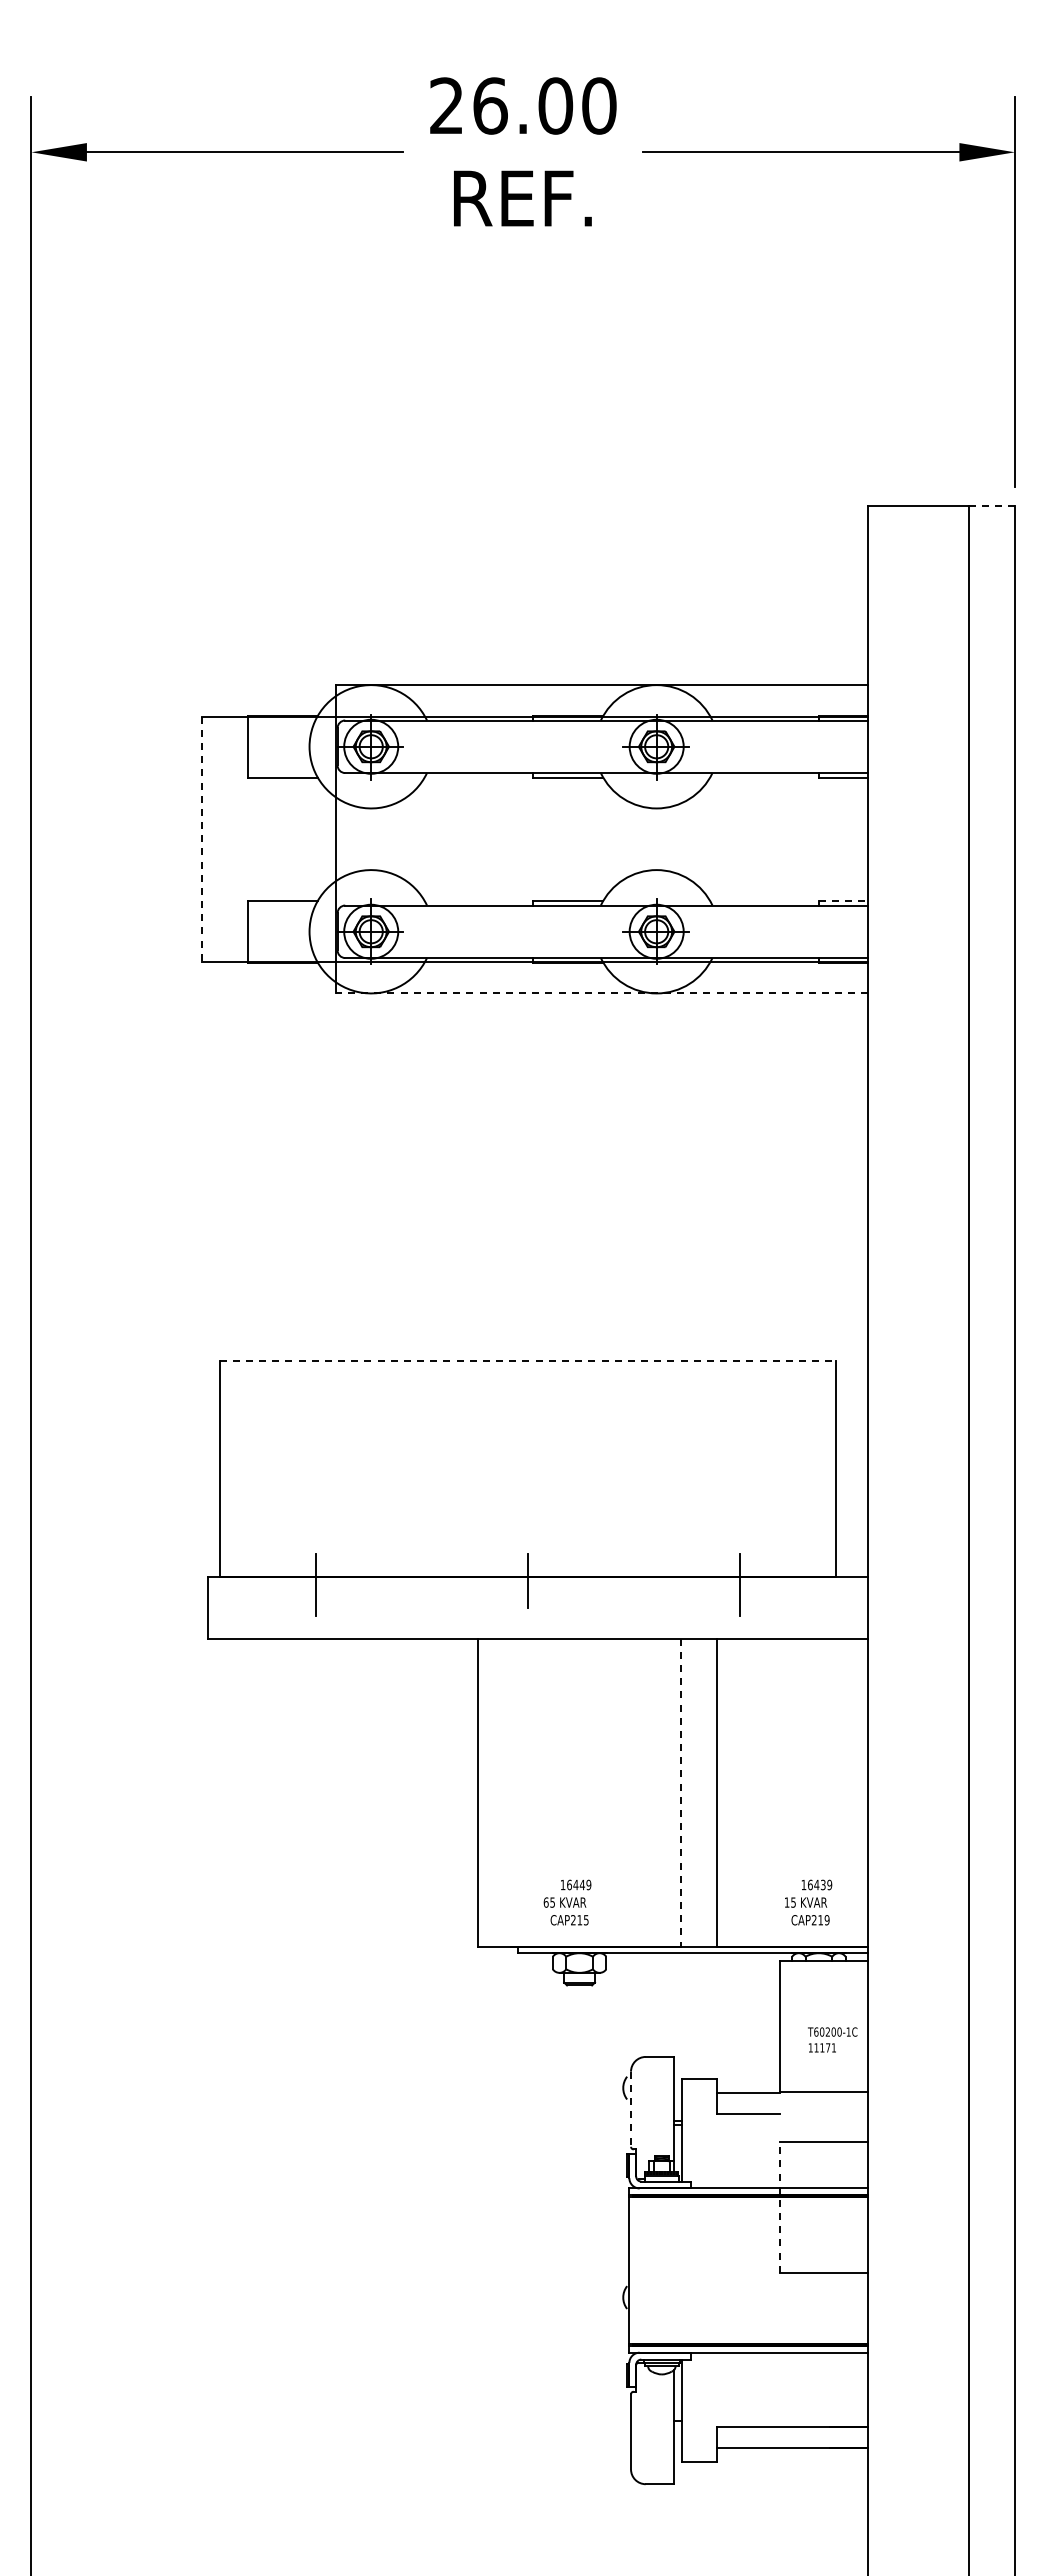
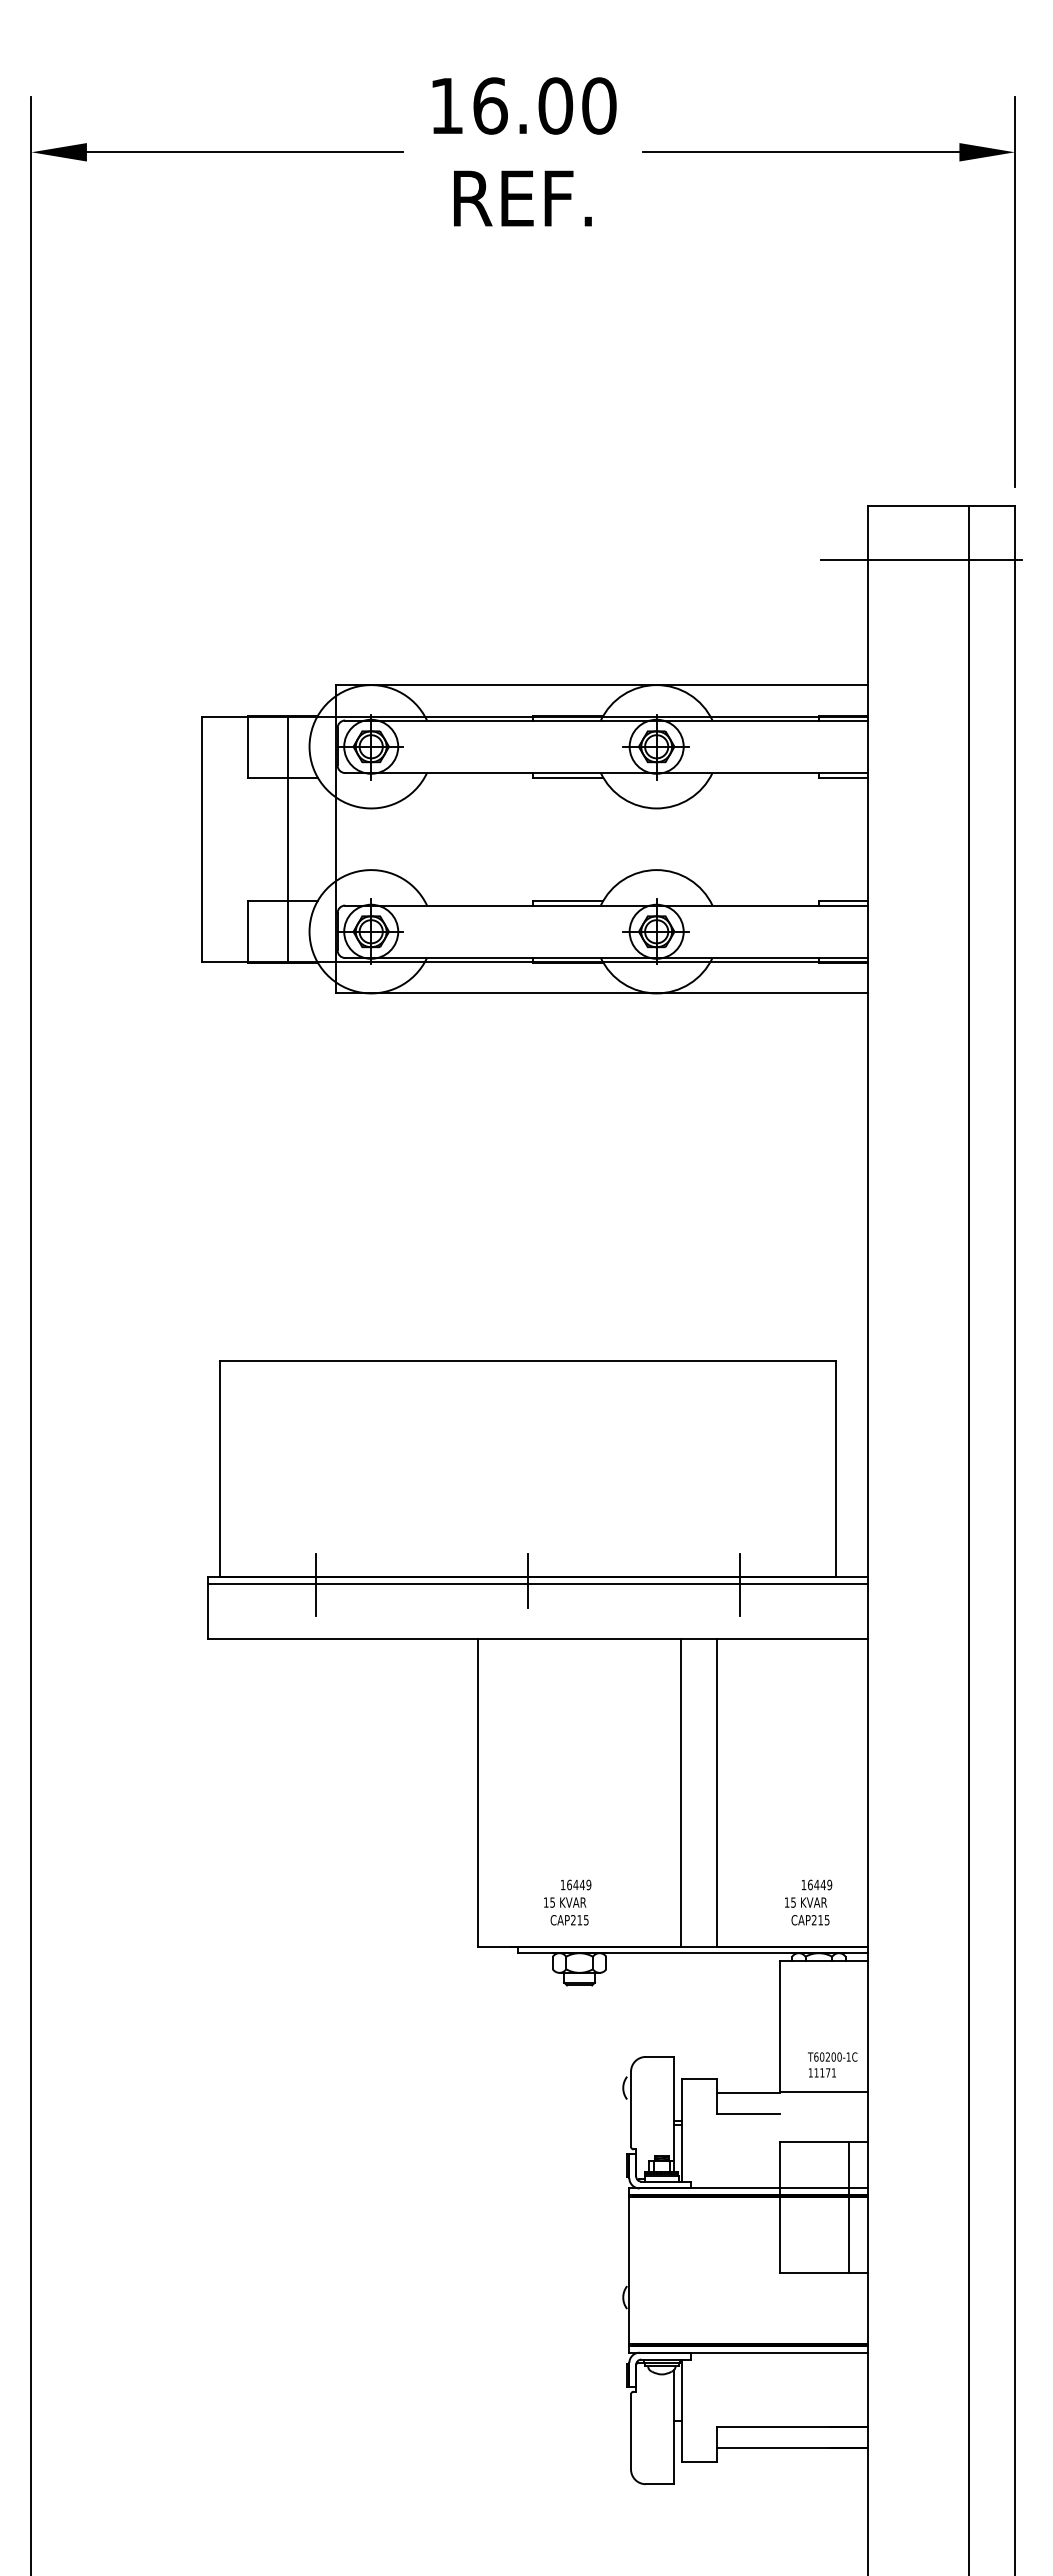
text at (446, 105): 26.00 -> 16.00
line at (992, 506): dashed -> solid
line at (921, 559): none -> present
line at (287, 838): none -> present
line at (202, 839): dashed -> solid
line at (843, 900): dashed -> solid
line at (601, 993): dashed -> solid
line at (528, 1361): dashed -> solid
line at (538, 1583): none -> present
line at (681, 1793): dashed -> solid
text at (822, 1884): 16439 -> 16449
text at (545, 1902): 65 -> 15
text at (826, 1919): CAP219 -> CAP215
text at (832, 2039) position: (832, 2039) -> (832, 2064)
line at (631, 2109): dashed -> solid
line at (779, 2206): dashed -> solid
line at (848, 2206): none -> present
